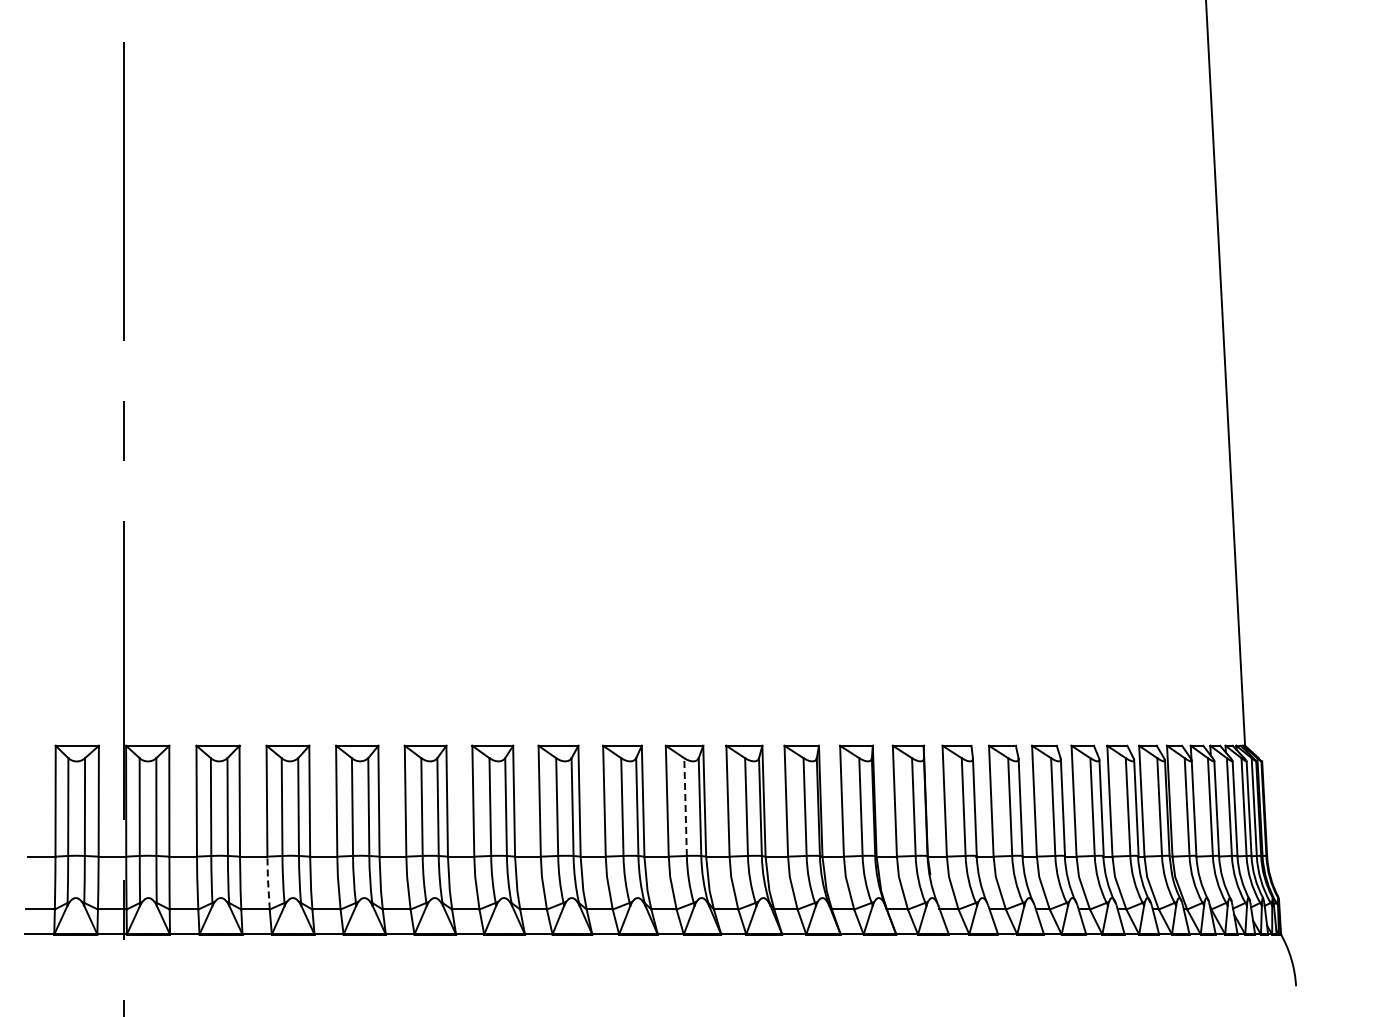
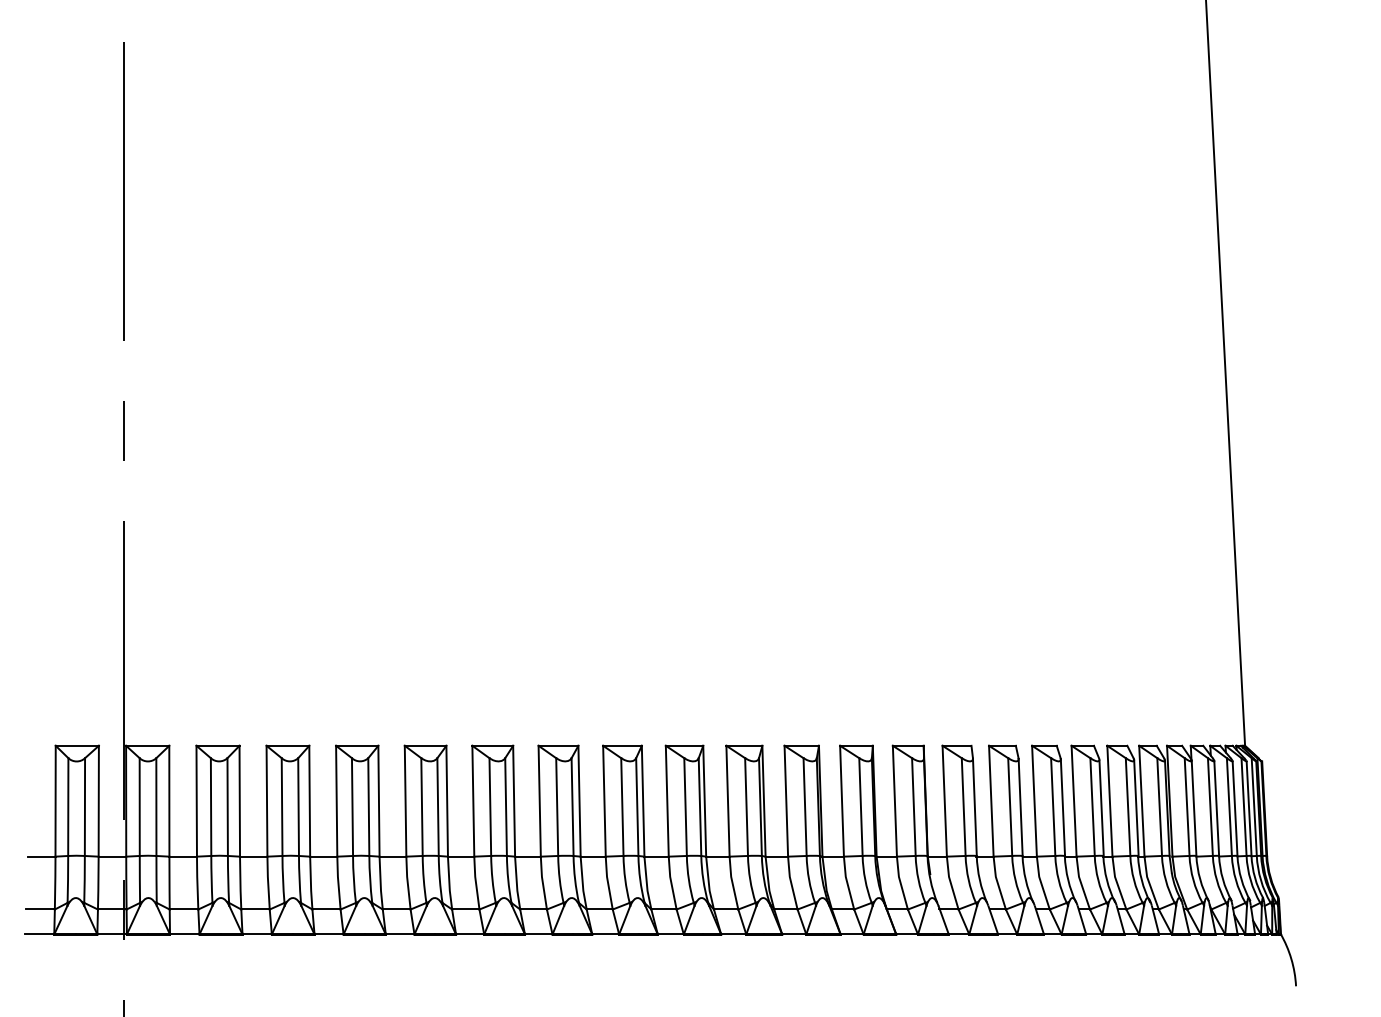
line at (685, 807): dashed -> solid
line at (268, 881): dashed -> solid
